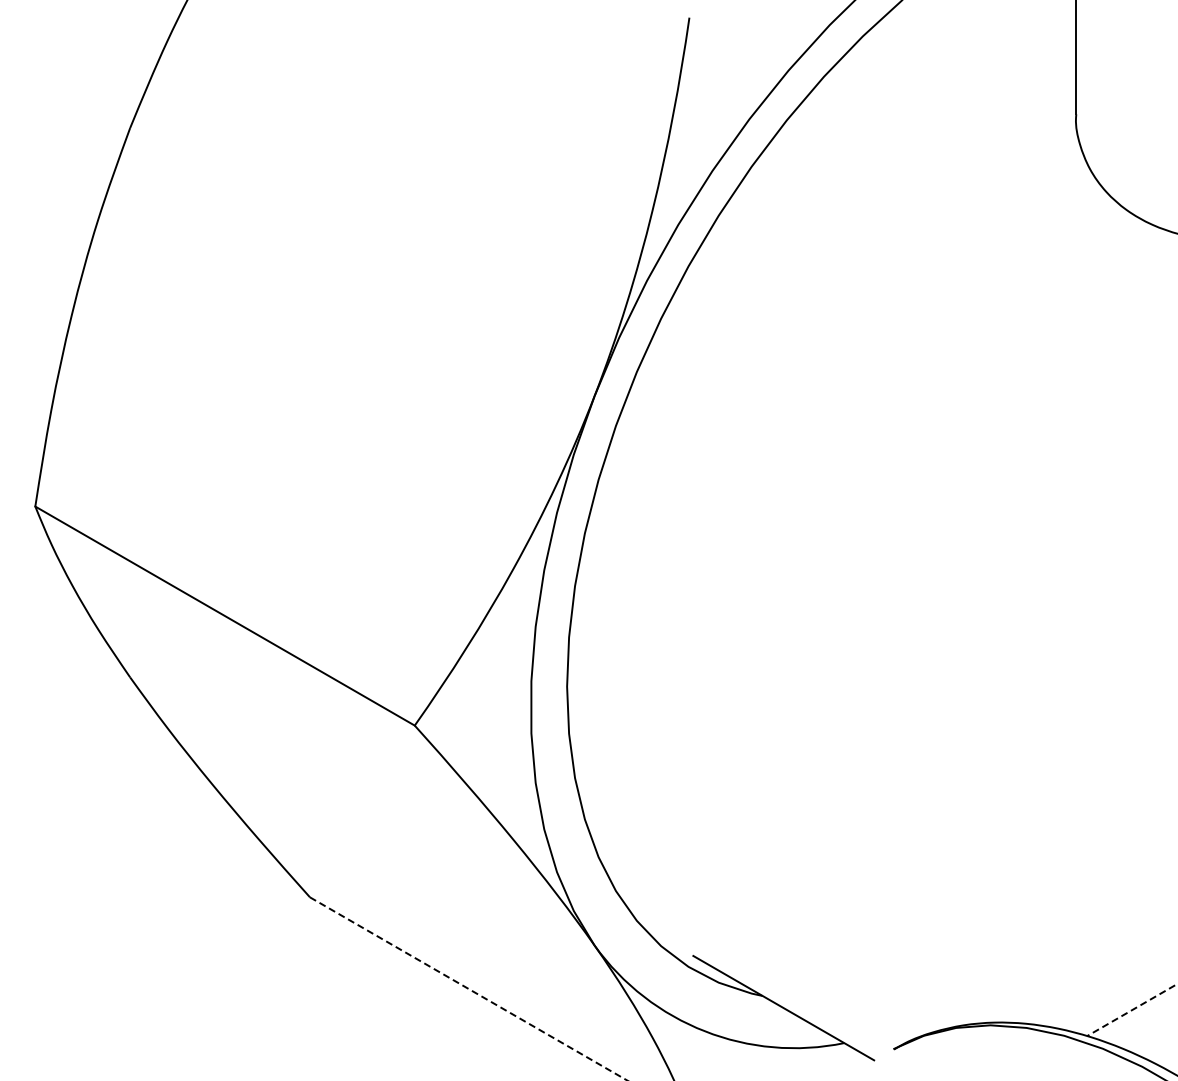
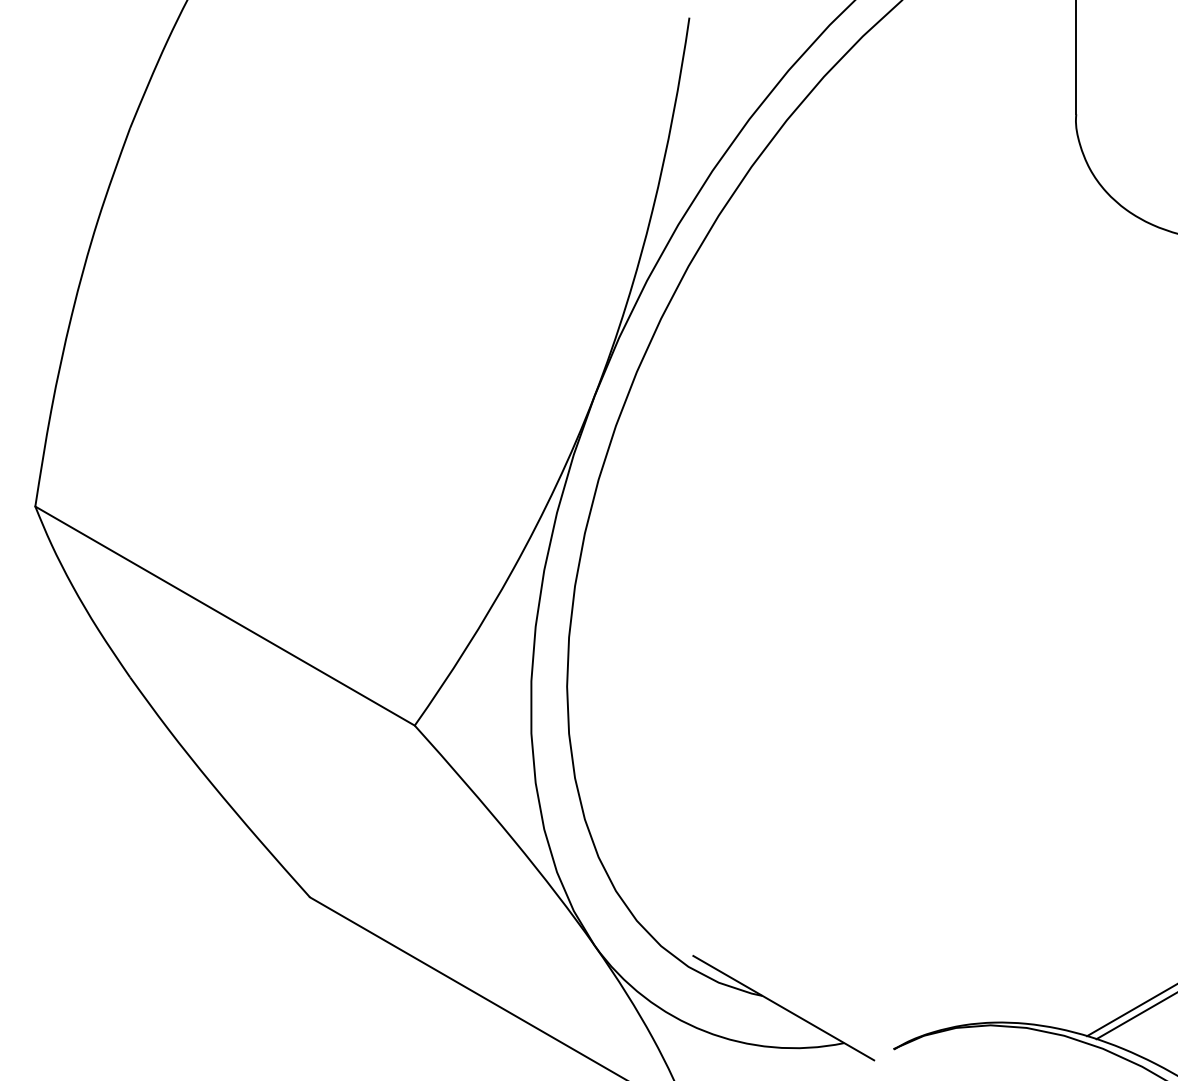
line at (469, 989): dashed -> solid
line at (1132, 1010): dashed -> solid
line at (1135, 1016): none -> present
